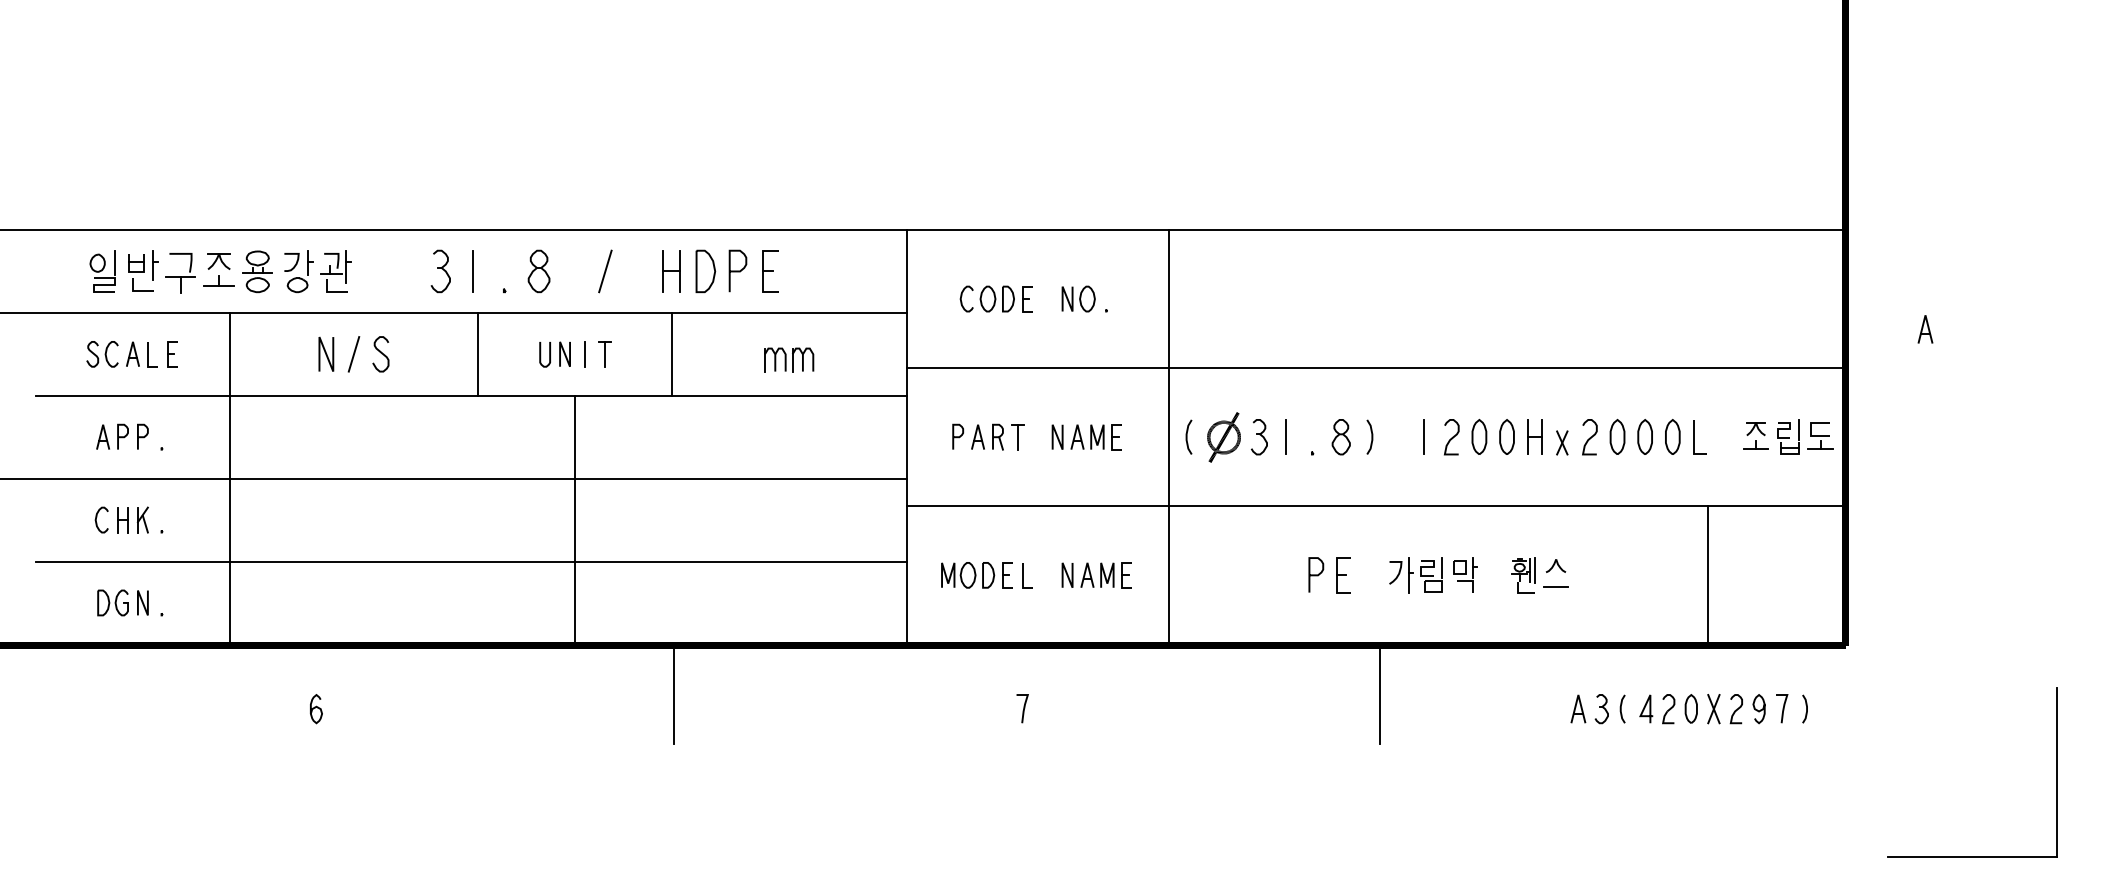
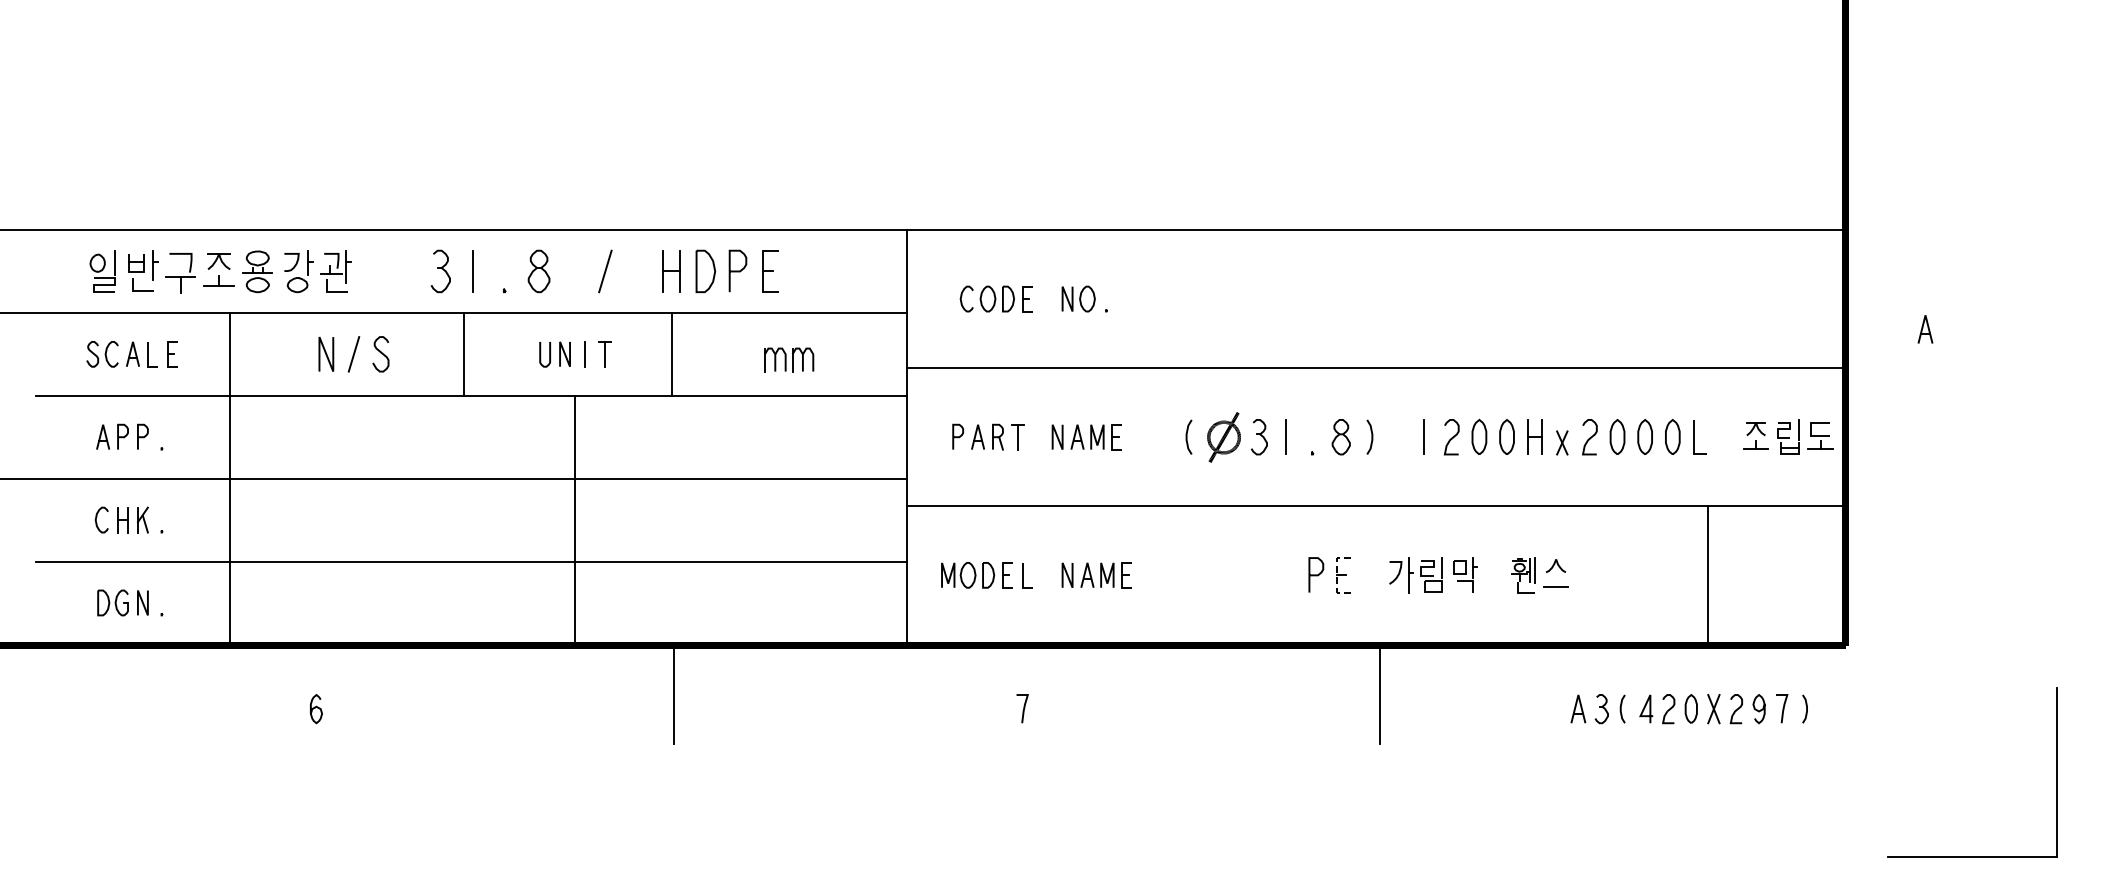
line at (478, 353) position: (478, 353) -> (464, 353)
line at (1168, 437): present -> none
line at (1337, 574): solid -> dashed
